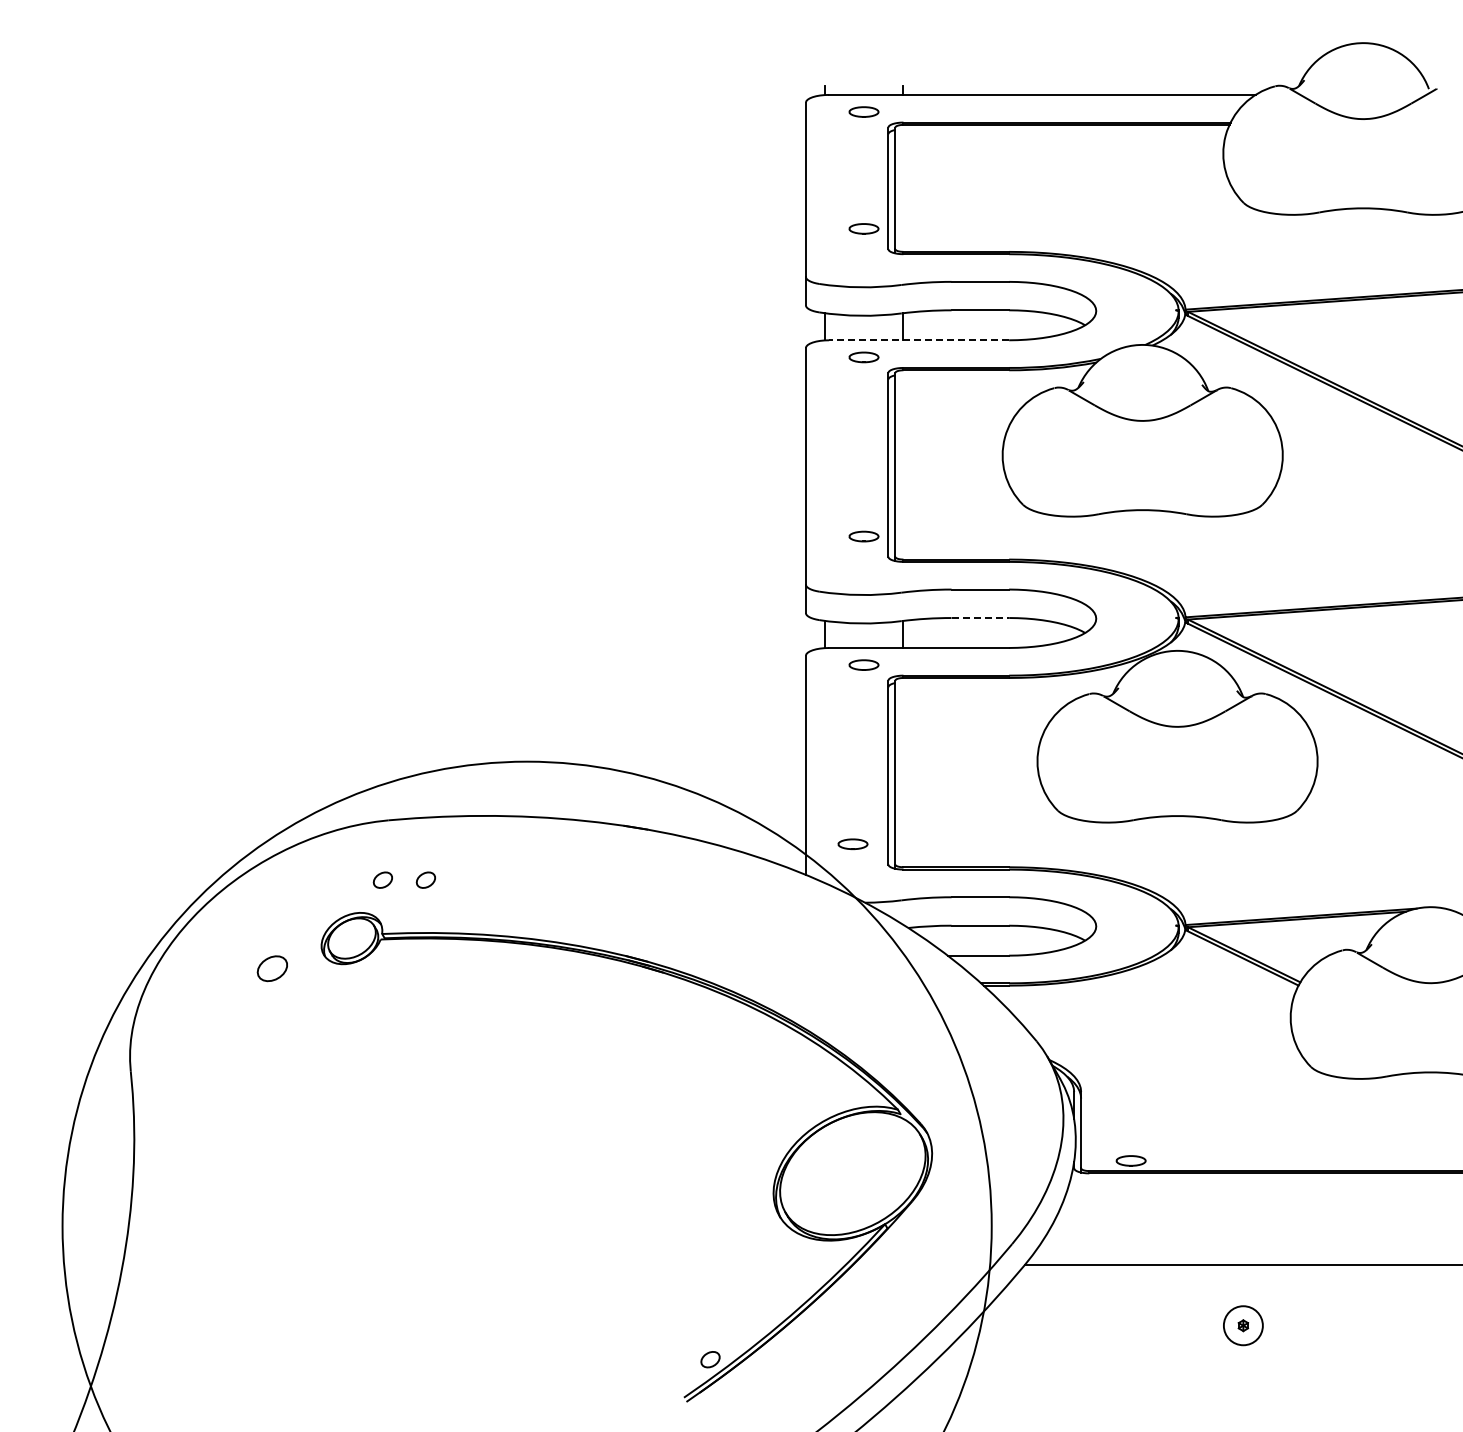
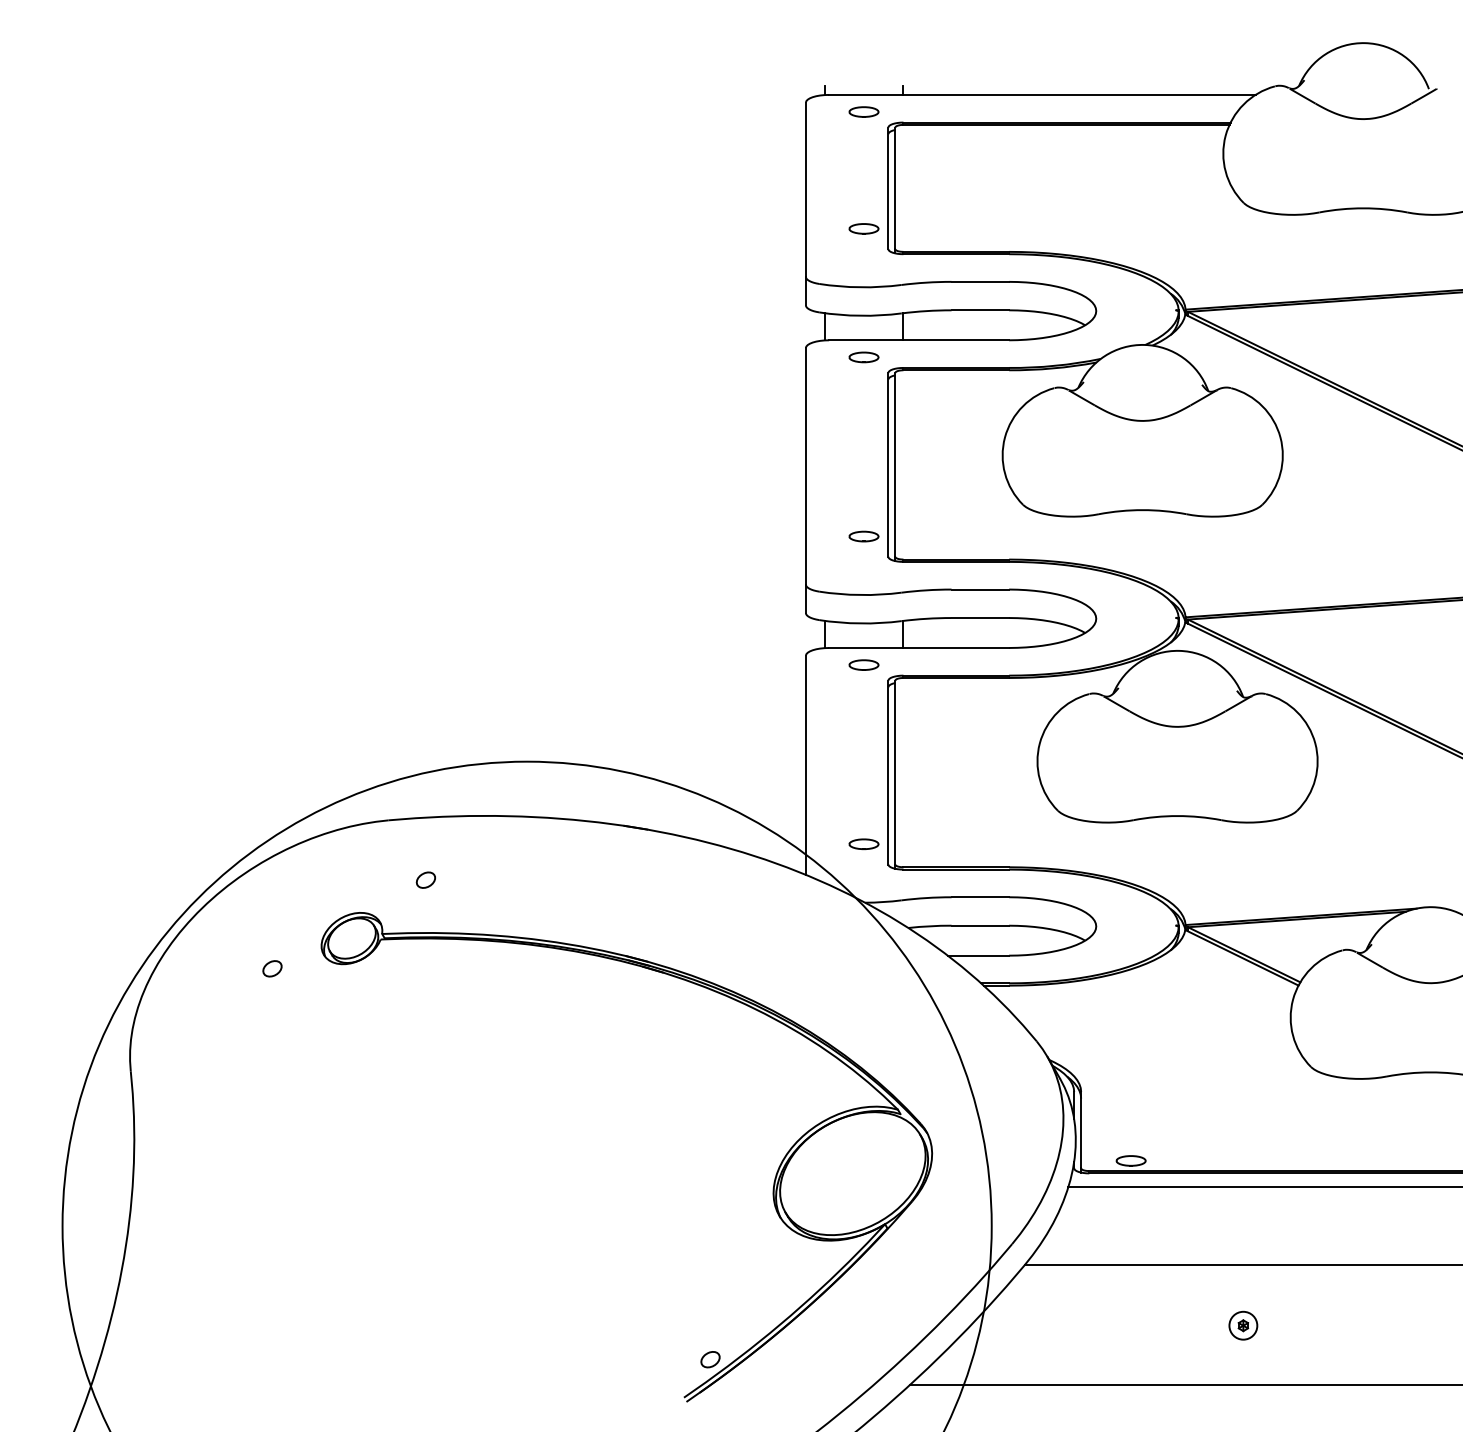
line at (918, 340): dashed -> solid
line at (980, 618): dashed -> solid
part at (852, 844) position: (852, 844) -> (863, 844)
part at (382, 879): present -> none
part at (271, 968) size: 32x28 px -> 21x18 px
line at (1263, 1187): none -> present
circle at (1242, 1325) diameter: 39 px -> 28 px
line at (1184, 1385): none -> present
